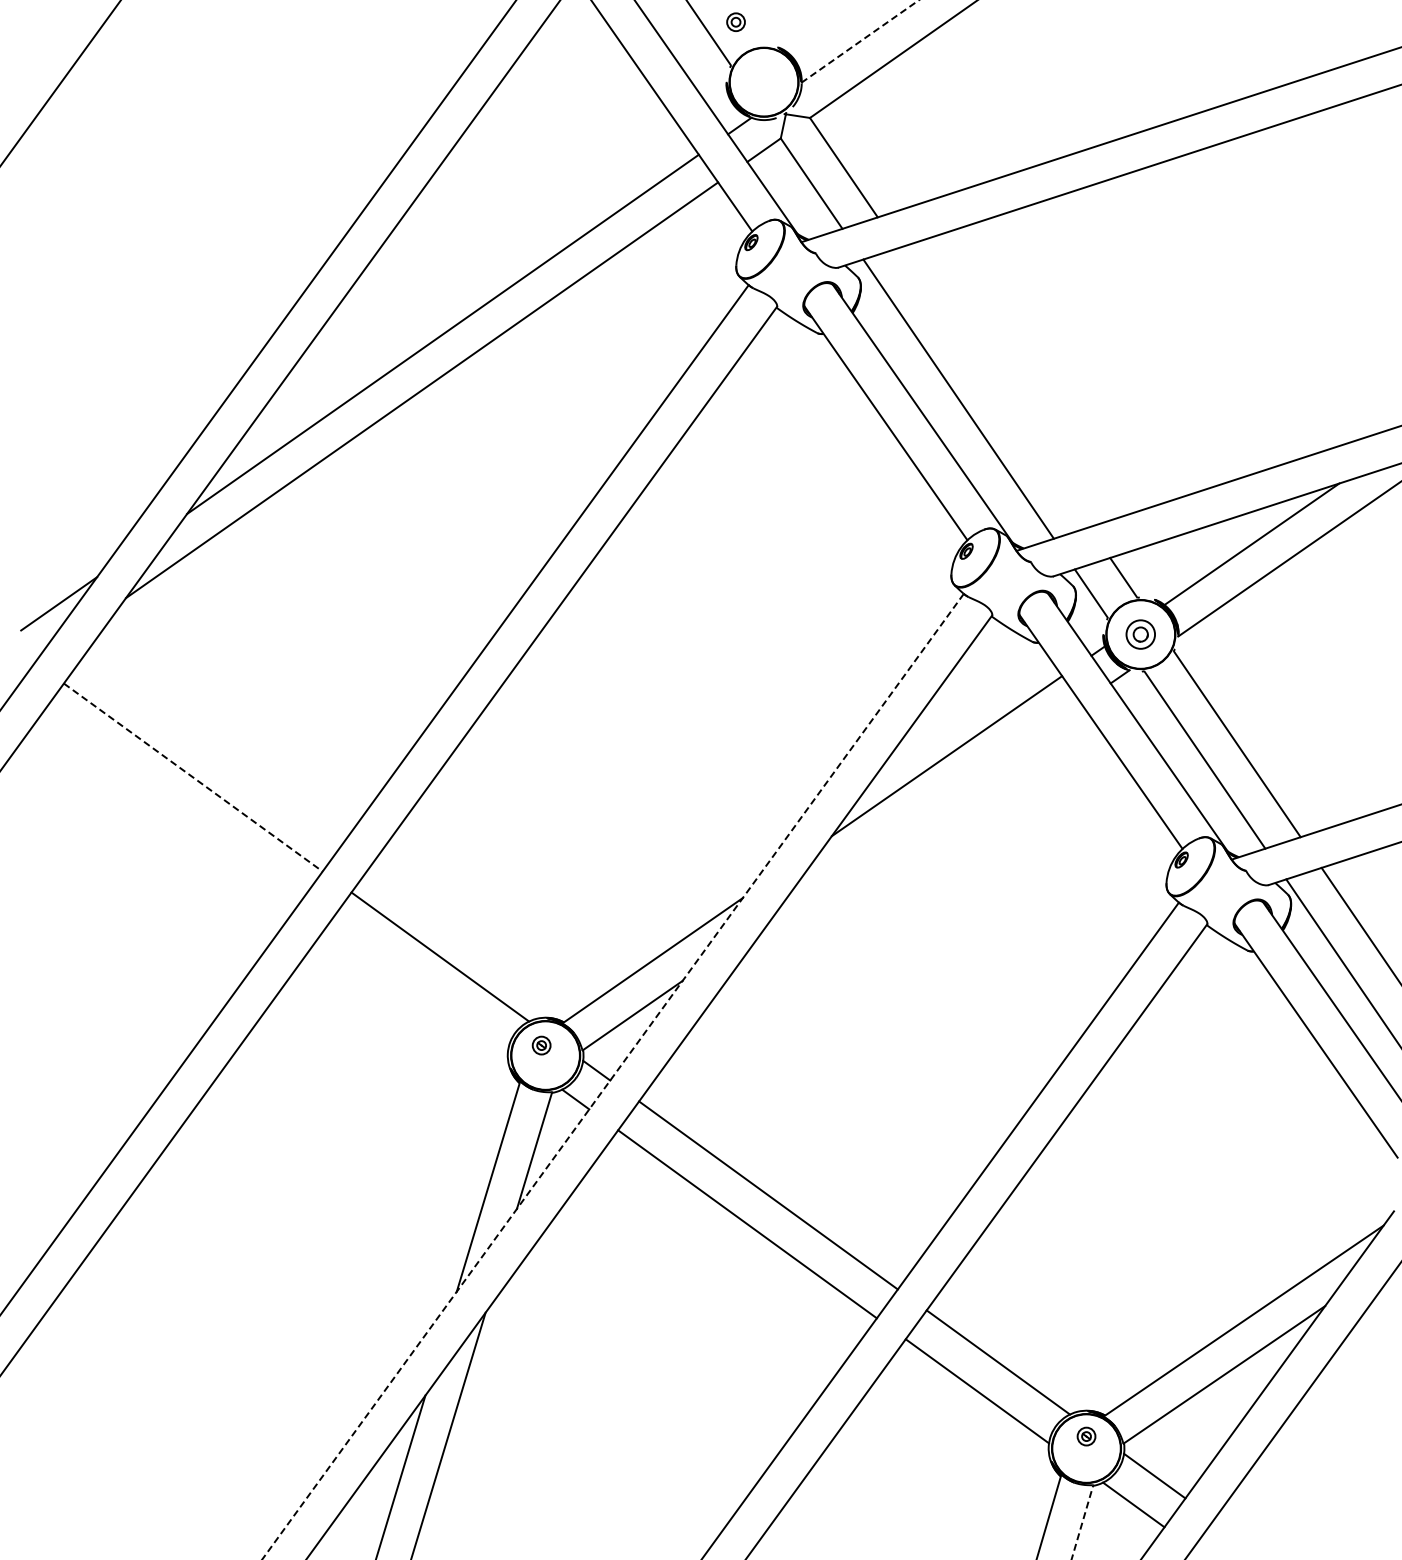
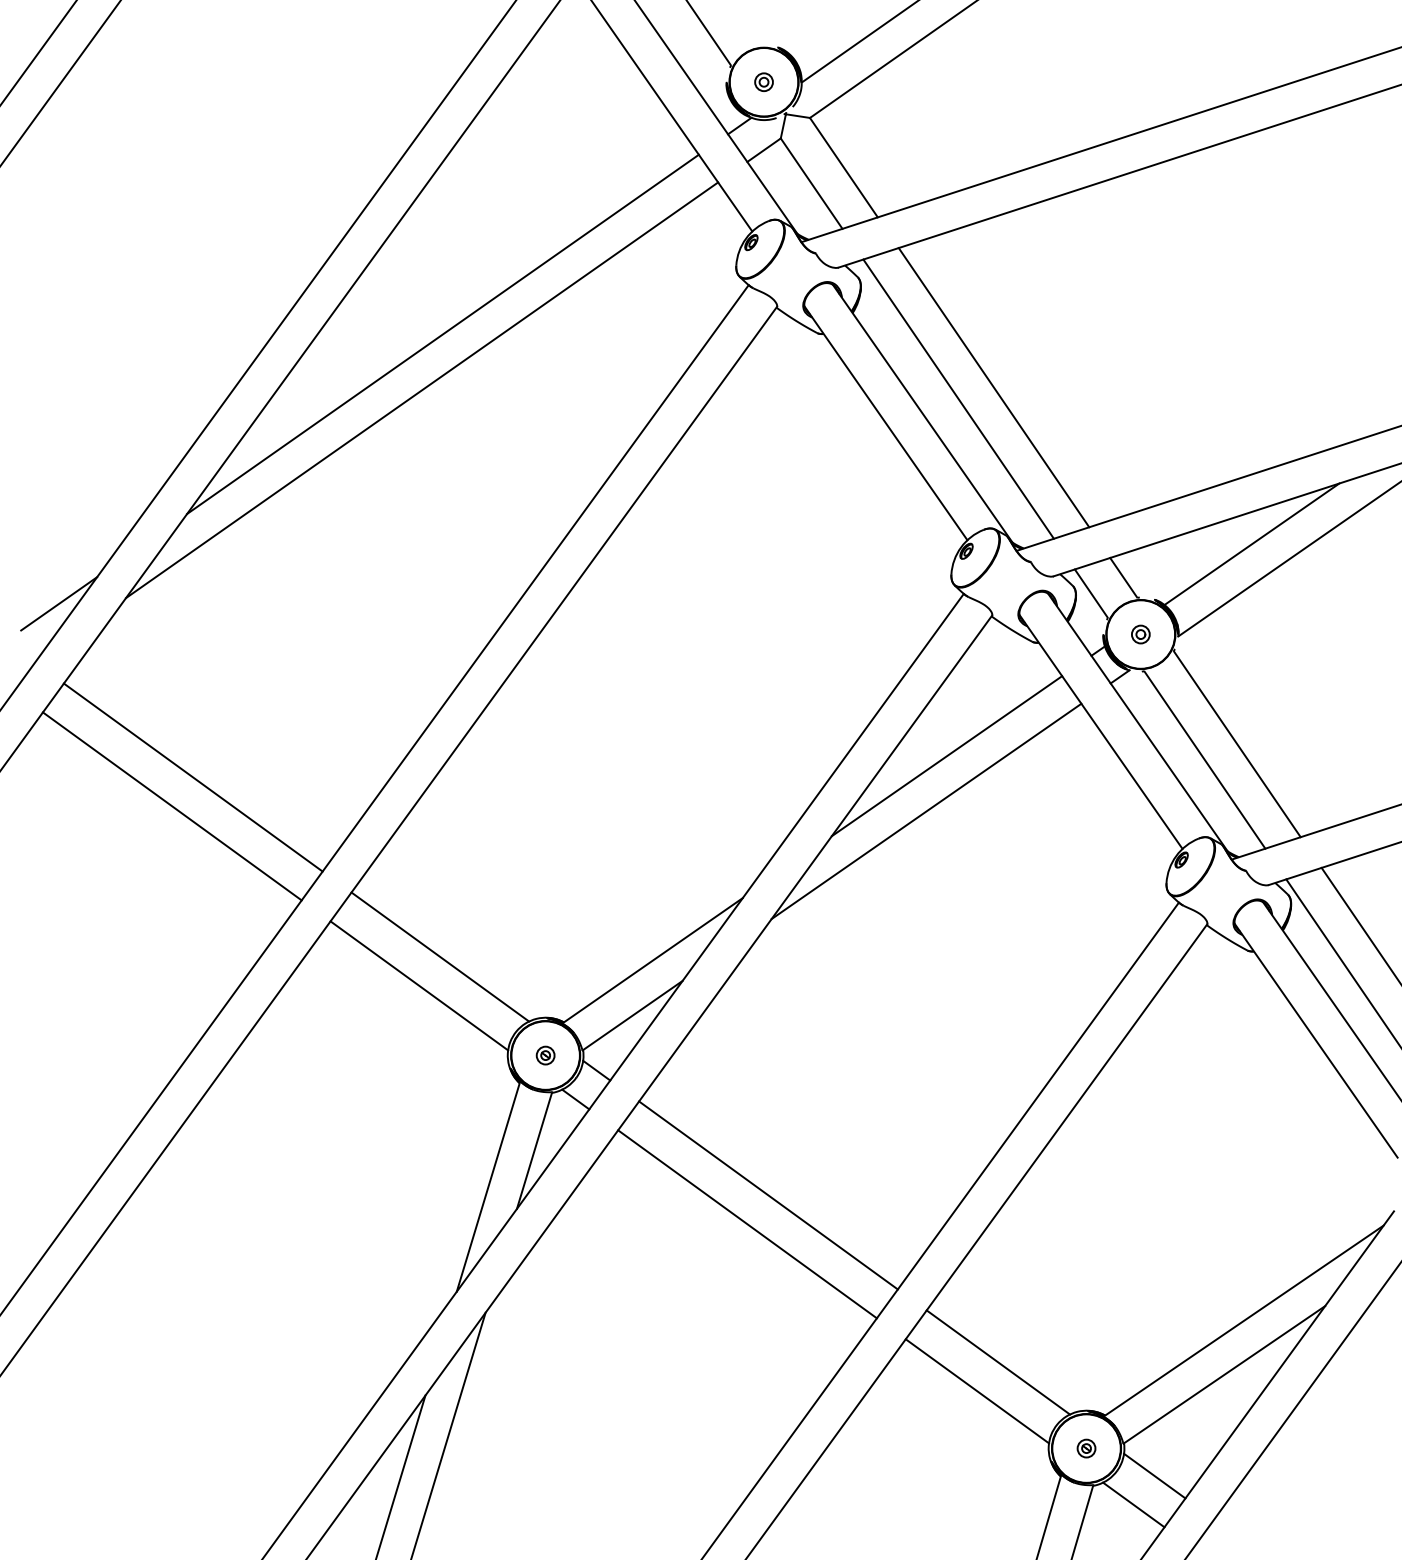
part at (735, 21) position: (735, 21) -> (763, 81)
line at (860, 41): dashed -> solid
line at (38, 52): none -> present
line at (993, 387): none -> present
part at (1140, 634) size: 31x31 px -> 20x21 px
line at (193, 777): dashed -> solid
line at (171, 806): none -> present
line at (926, 811): none -> present
line at (419, 985): none -> present
part at (541, 1045) position: (541, 1045) -> (545, 1055)
line at (613, 1076): dashed -> solid
part at (1086, 1436) position: (1086, 1436) -> (1086, 1448)
line at (1082, 1521): dashed -> solid
